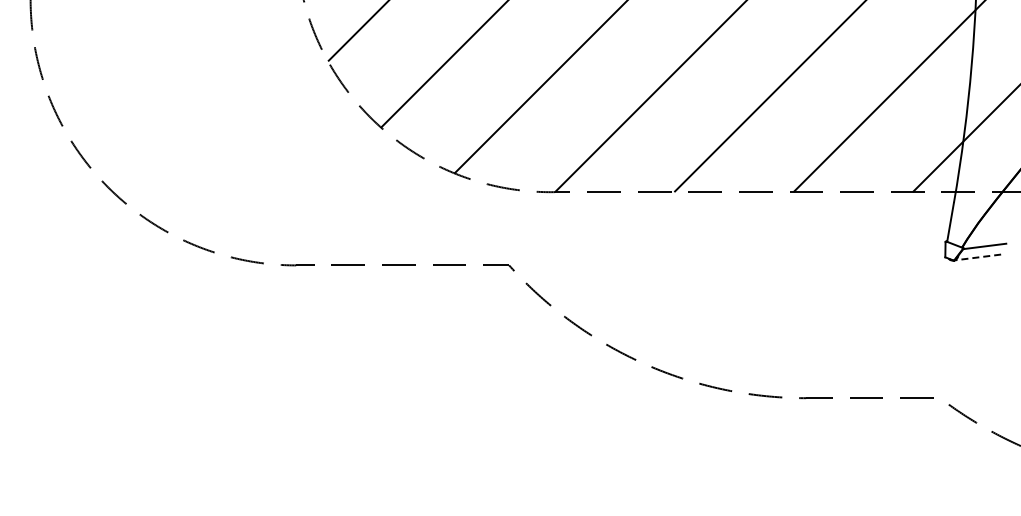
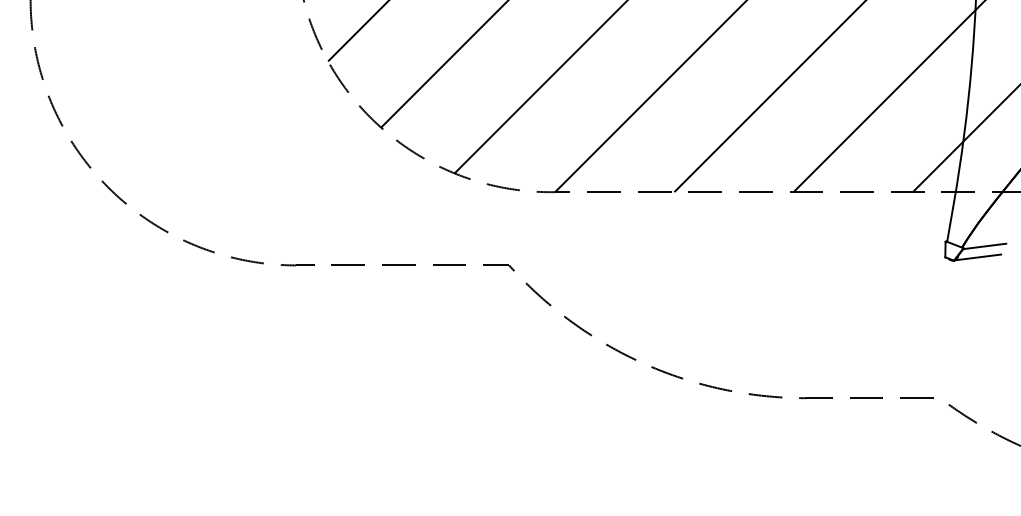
line at (977, 257): dashed -> solid
